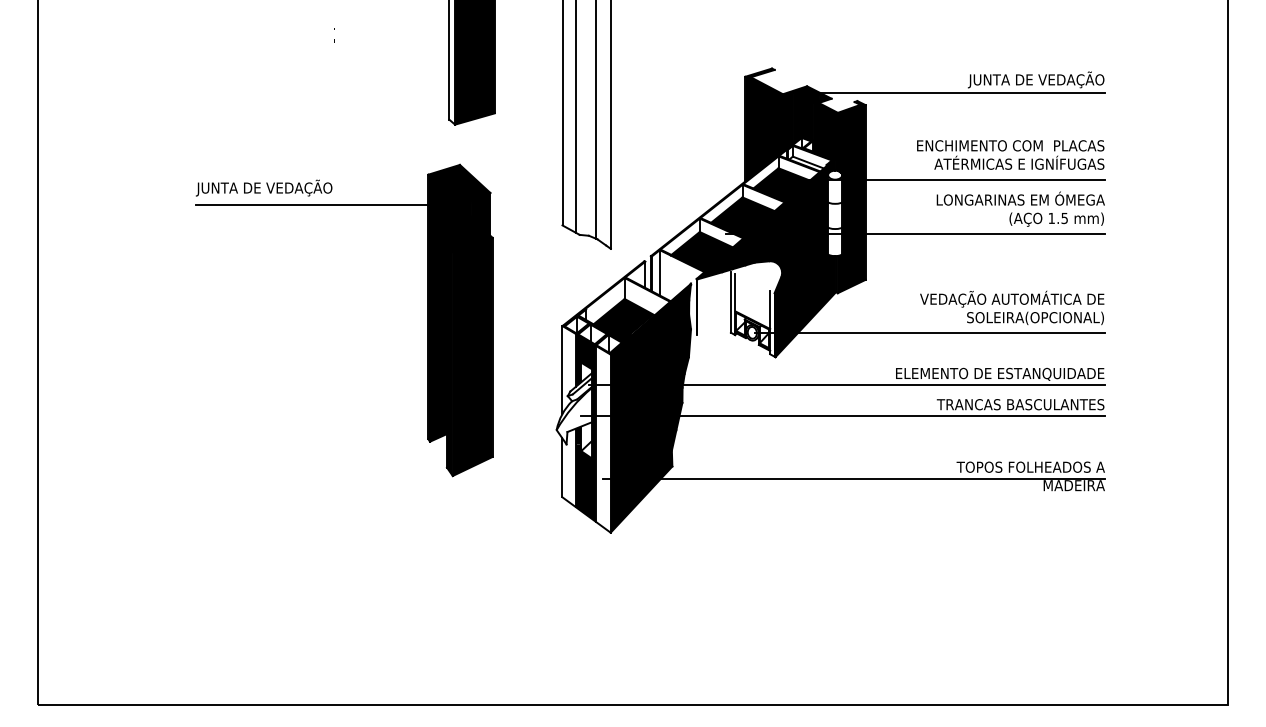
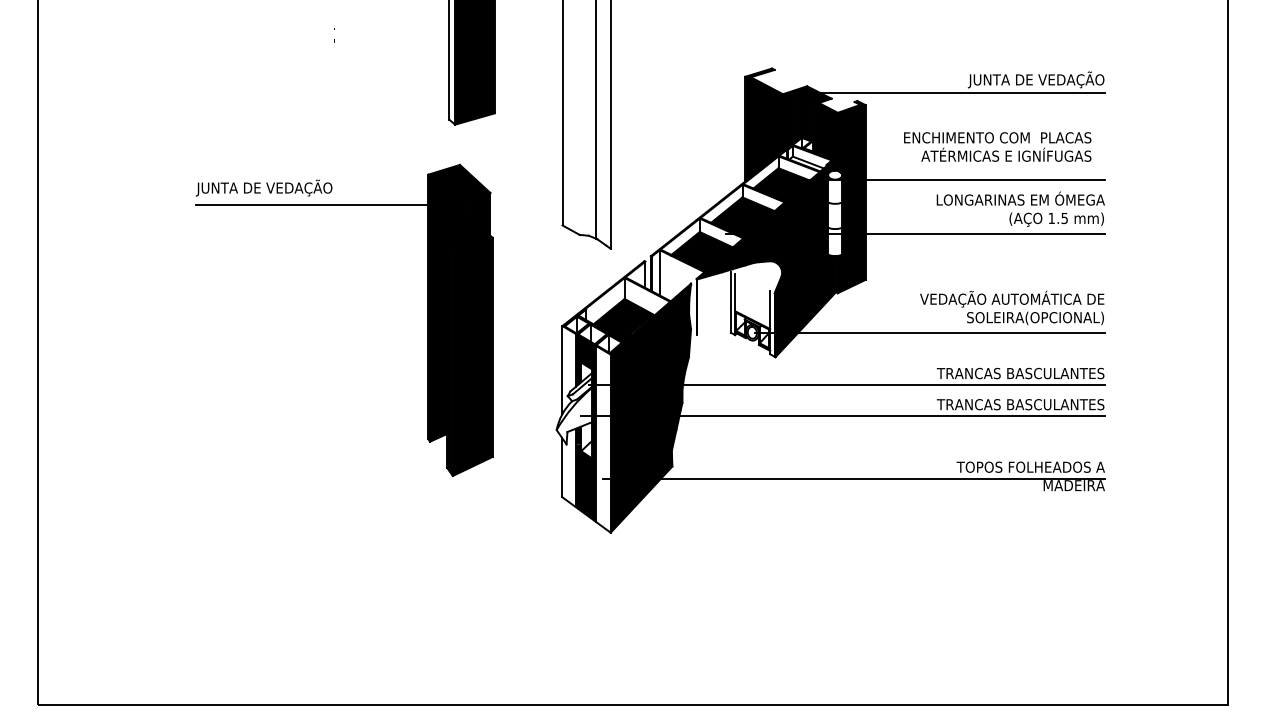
line at (576, 117): present -> none
text at (1010, 154) position: (1010, 154) -> (997, 146)
text at (1000, 373): ELEMENTO DE ESTANQUIDADE -> TRANCAS BASCULANTES
